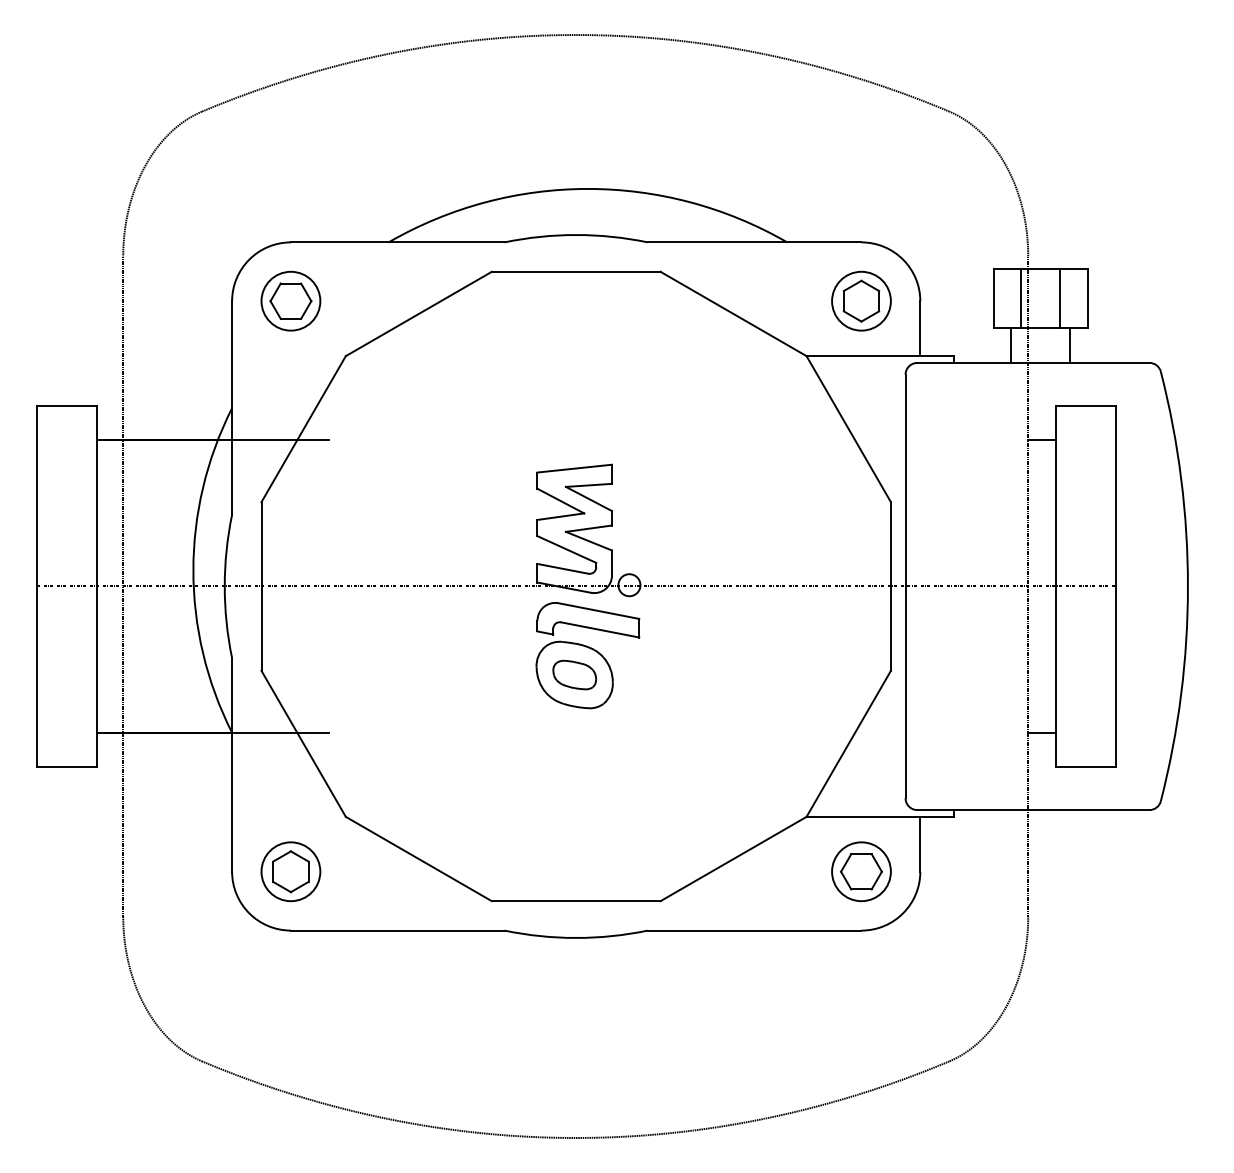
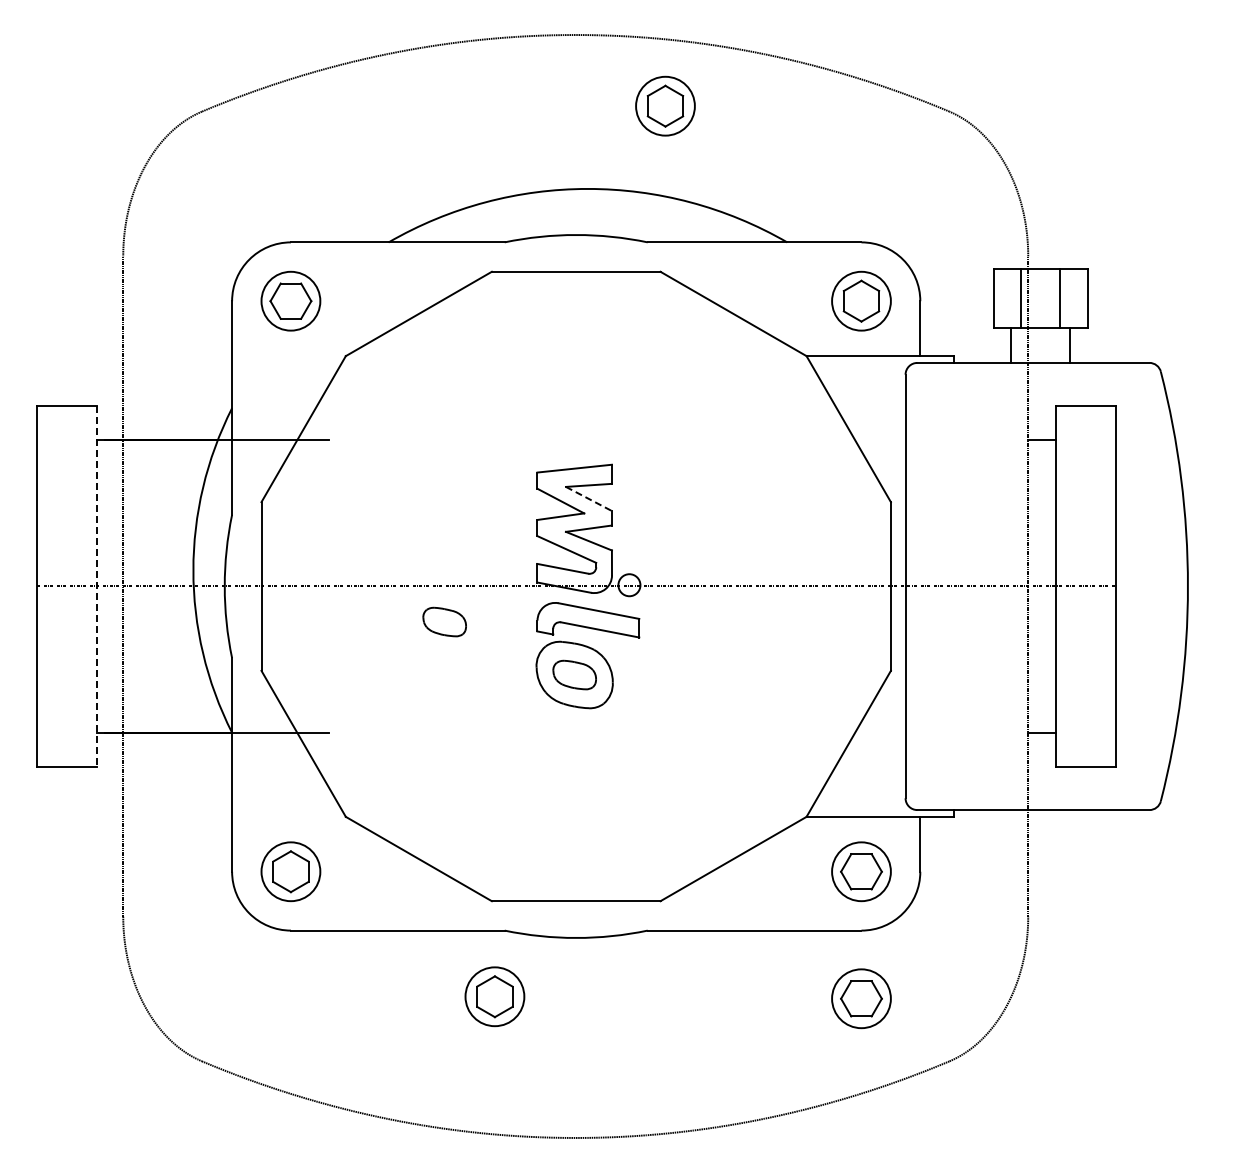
part at (665, 105): none -> present
line at (588, 498): solid -> dashed
line at (96, 586): solid -> dashed
part at (444, 621): none -> present
part at (494, 996): none -> present
part at (861, 998): none -> present
